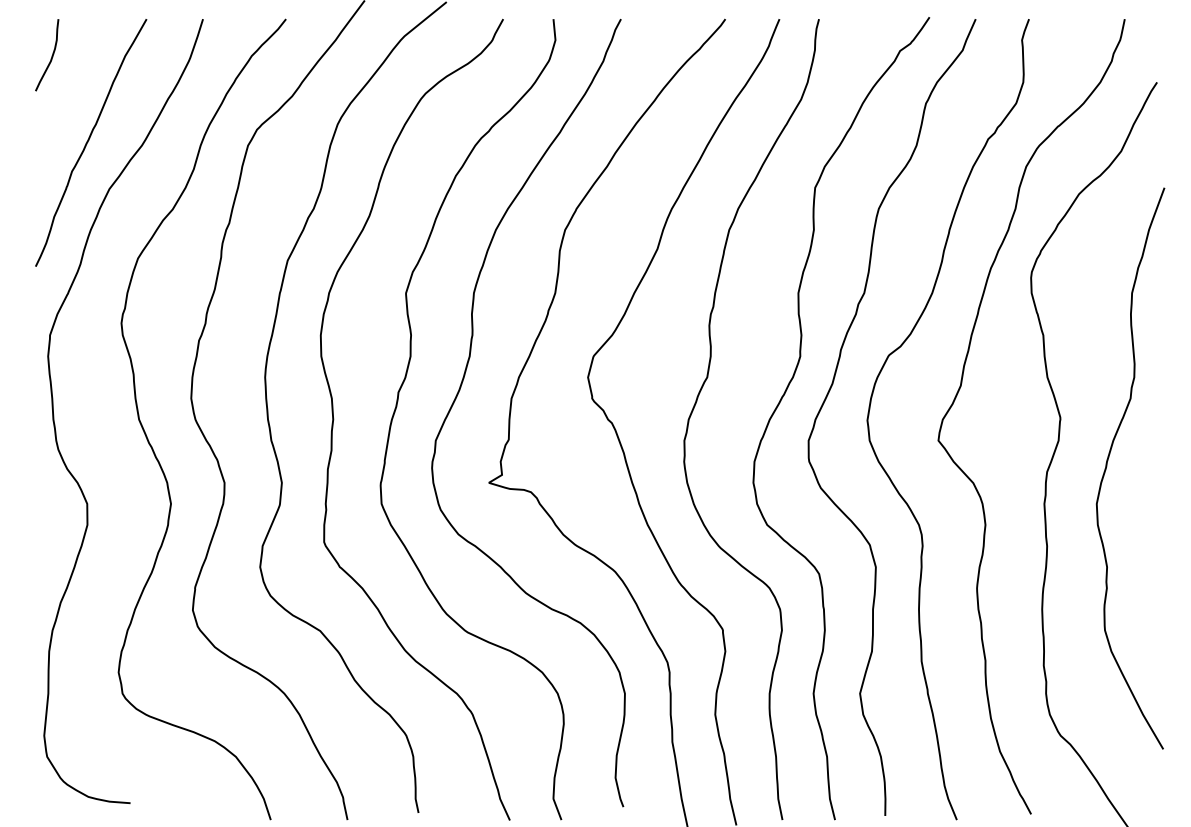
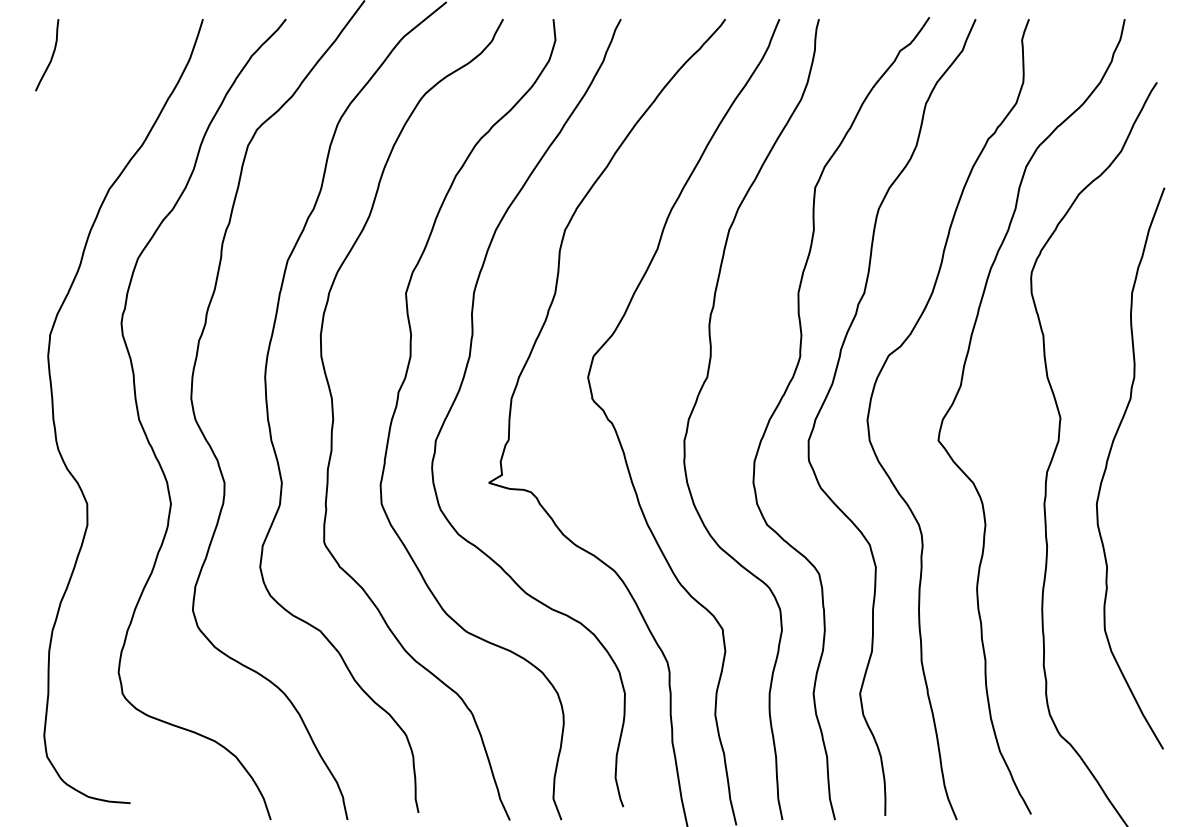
curve at (89, 140): present -> none
